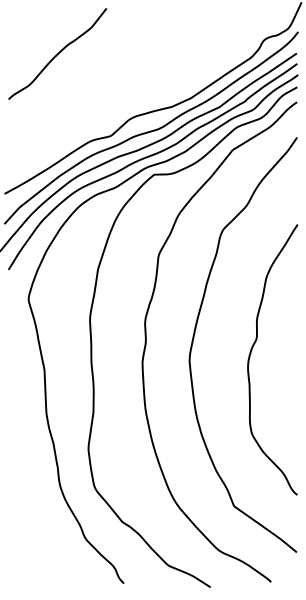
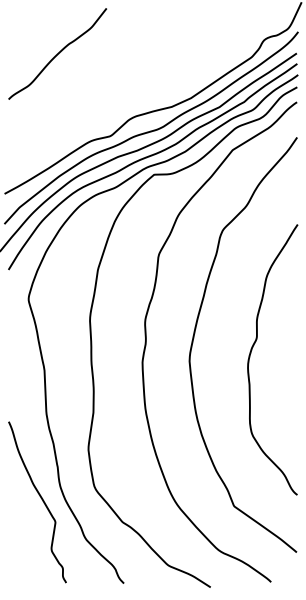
curve at (40, 498): none -> present
